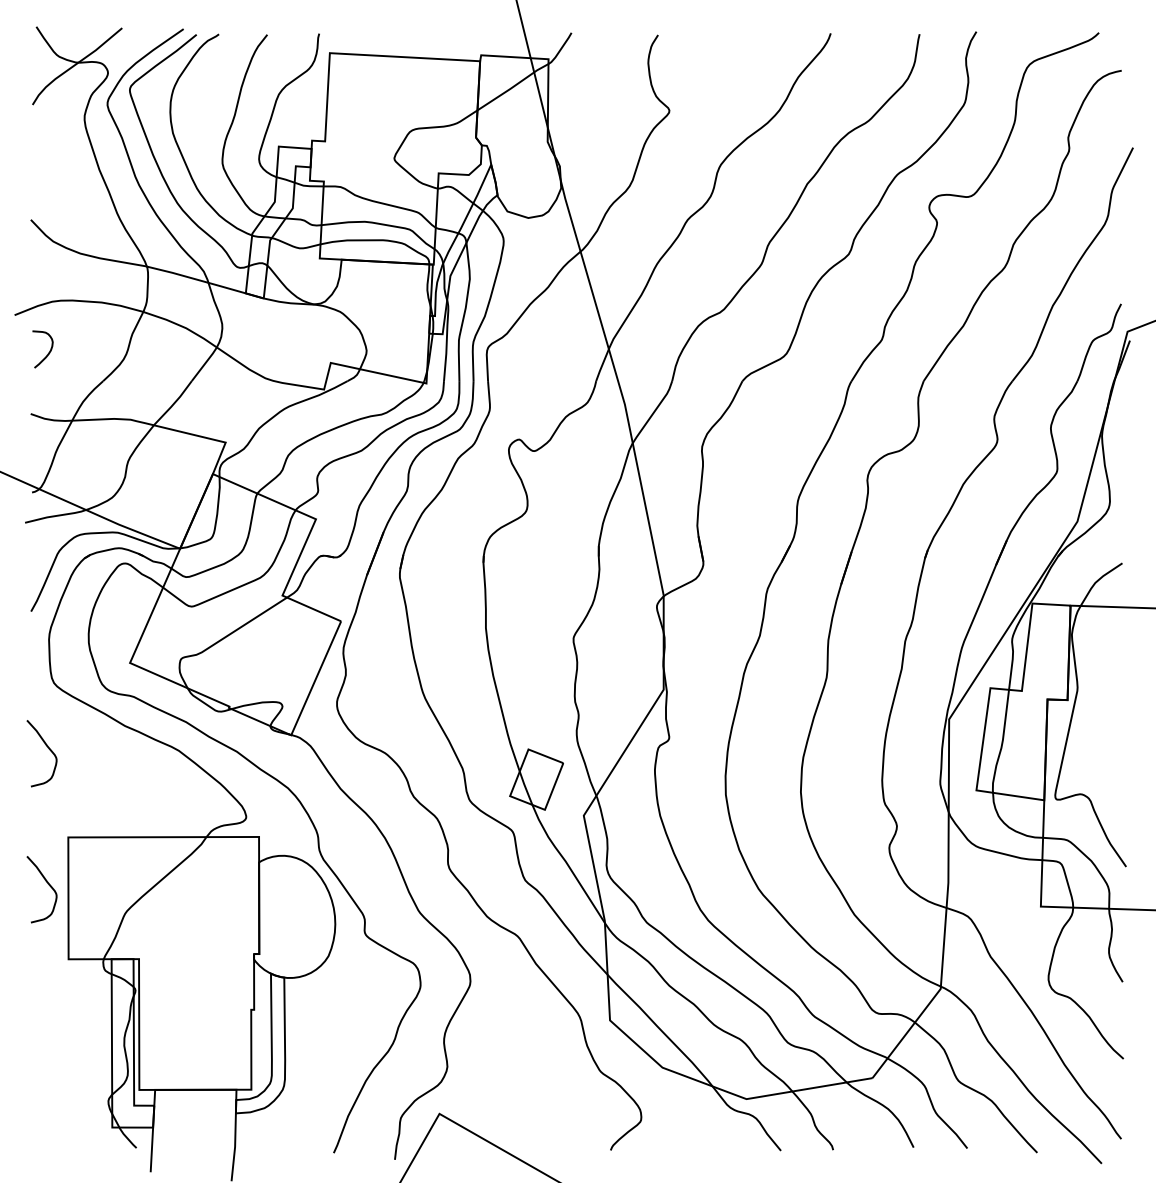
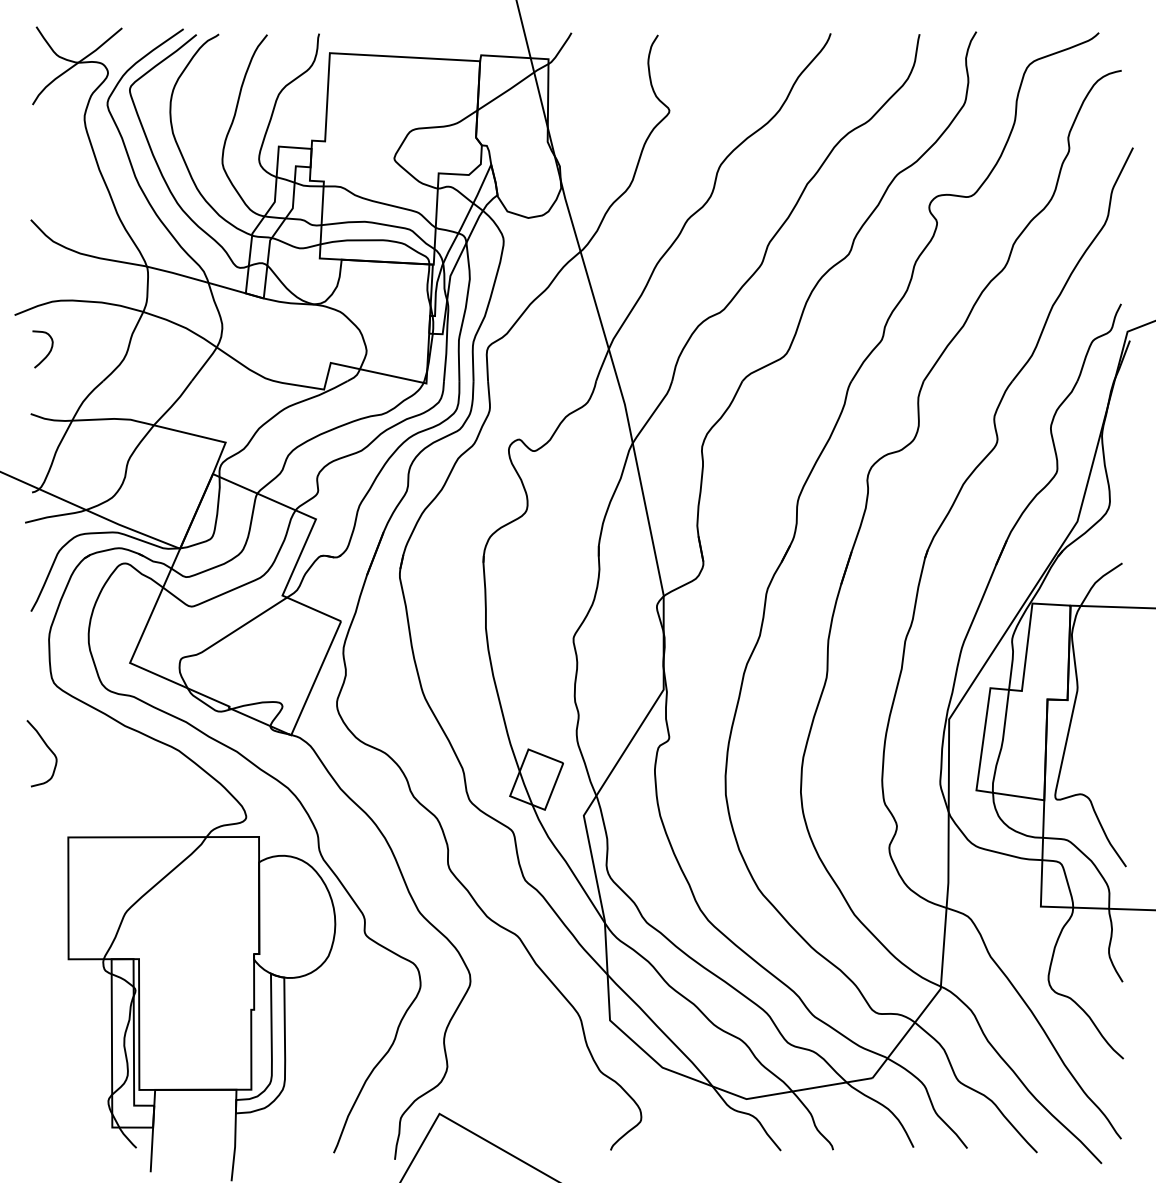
curve at (48, 885): present -> none
